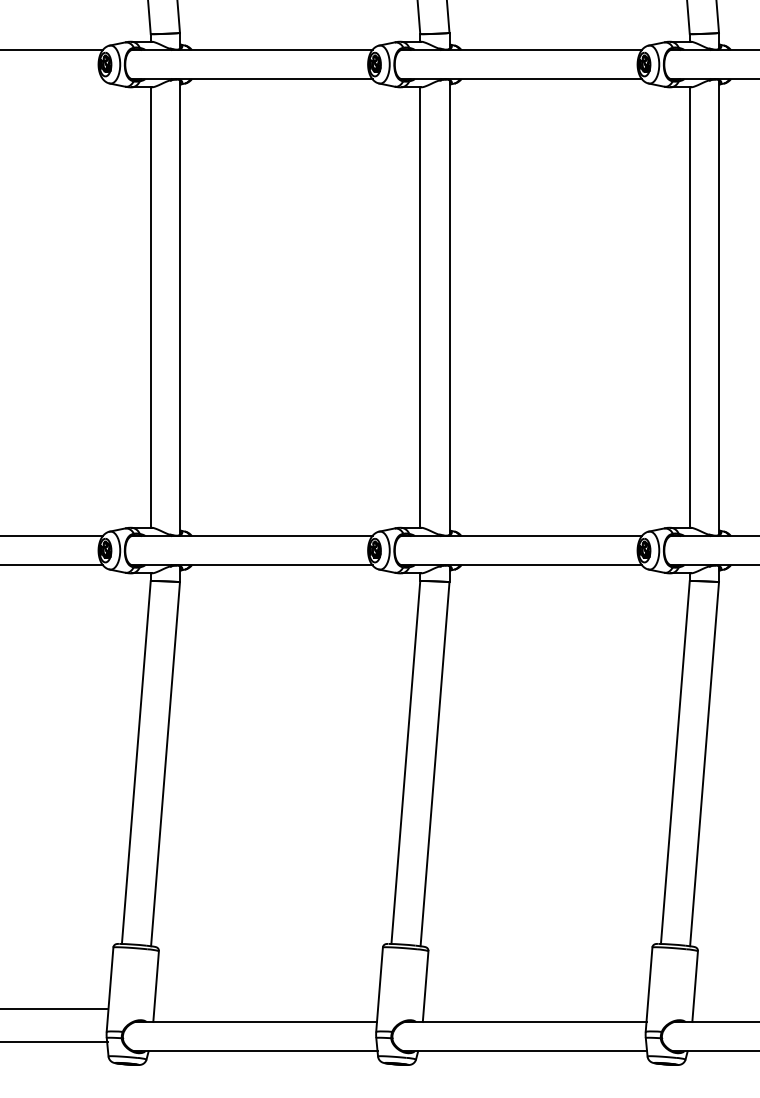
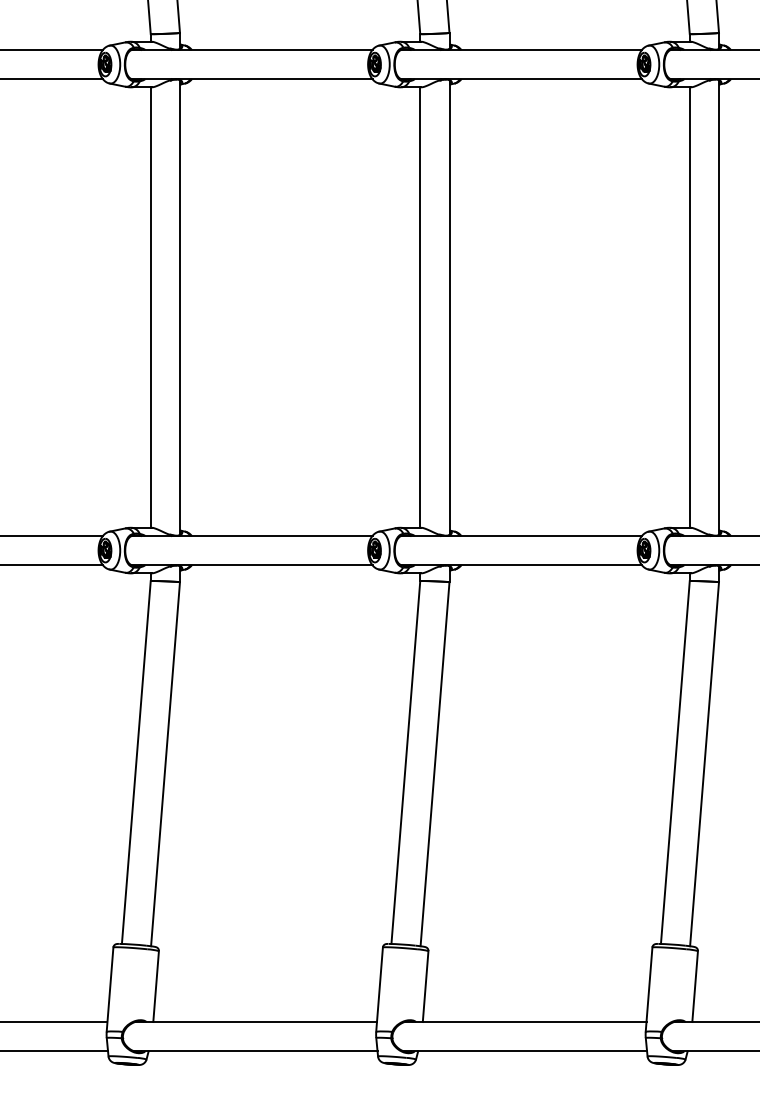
line at (52, 79): none -> present
line at (54, 1009) position: (54, 1009) -> (54, 1022)
line at (55, 1042) position: (55, 1042) -> (55, 1051)
